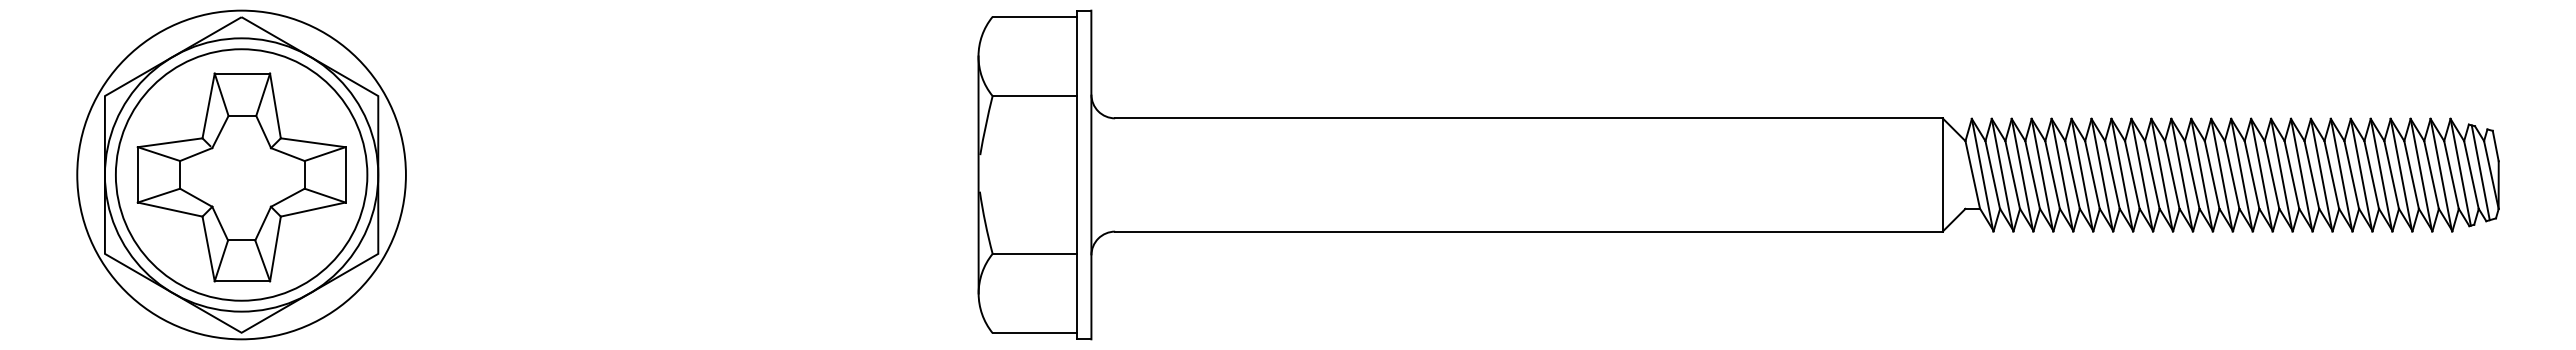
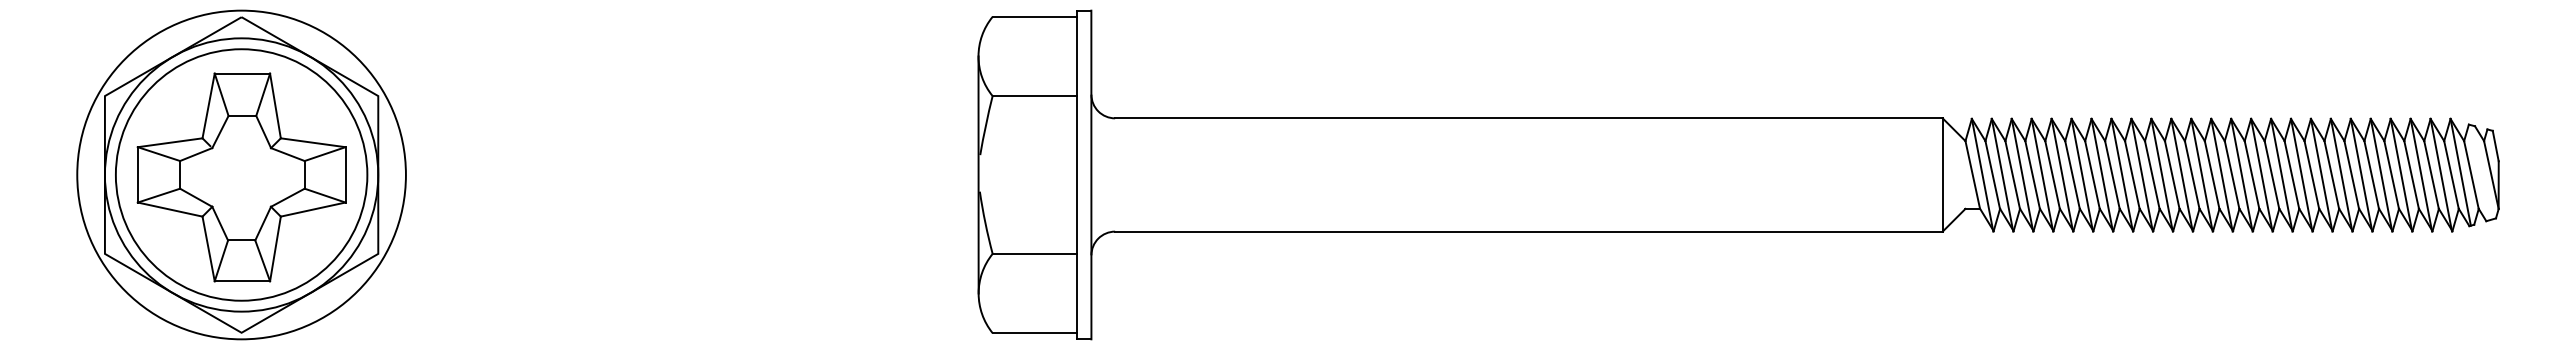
line at (2480, 172): present -> none
